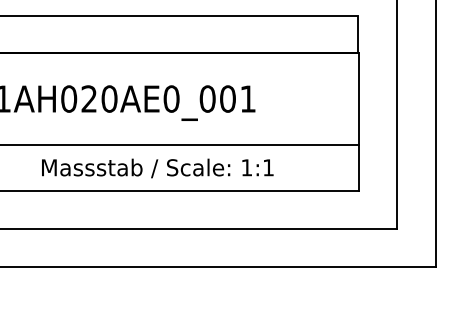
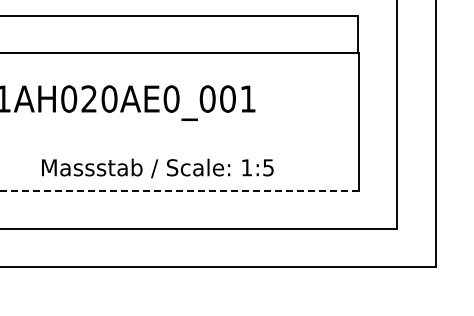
line at (180, 144): present -> none
text at (268, 167): 1:1 -> 1:5
line at (180, 190): solid -> dashed
